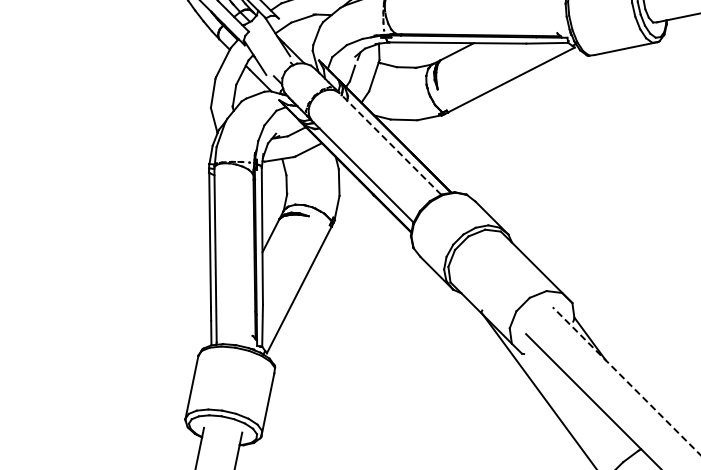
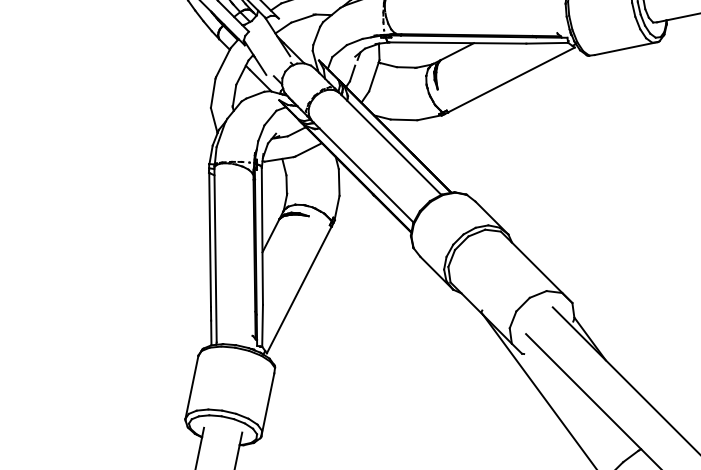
line at (387, 141): dashed -> solid
line at (626, 381): dashed -> solid
